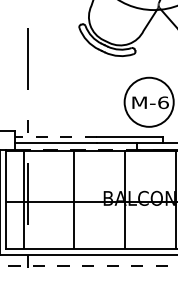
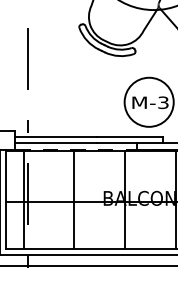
text at (163, 102): M-6 -> M-3
line at (56, 137): dashed -> solid
line at (88, 266): dashed -> solid
